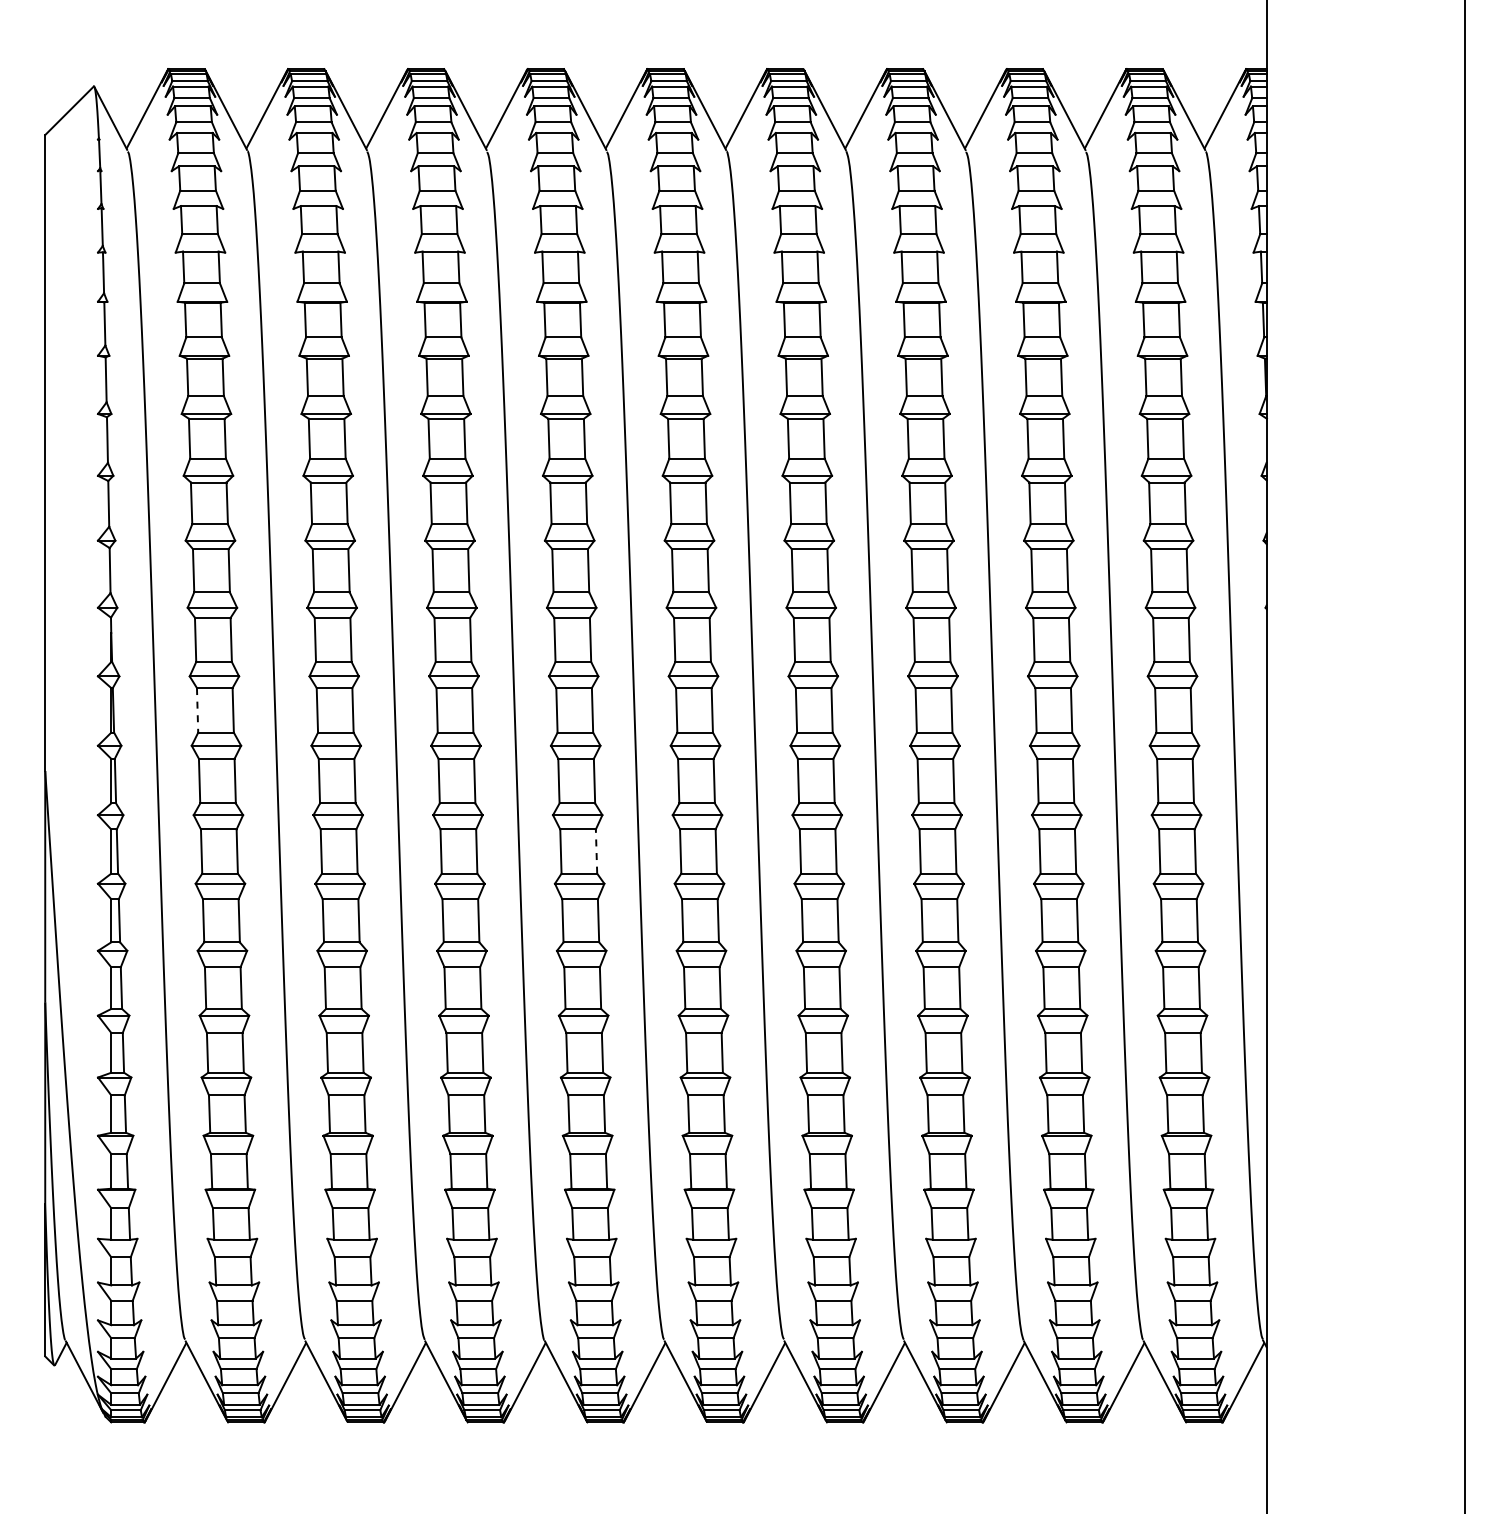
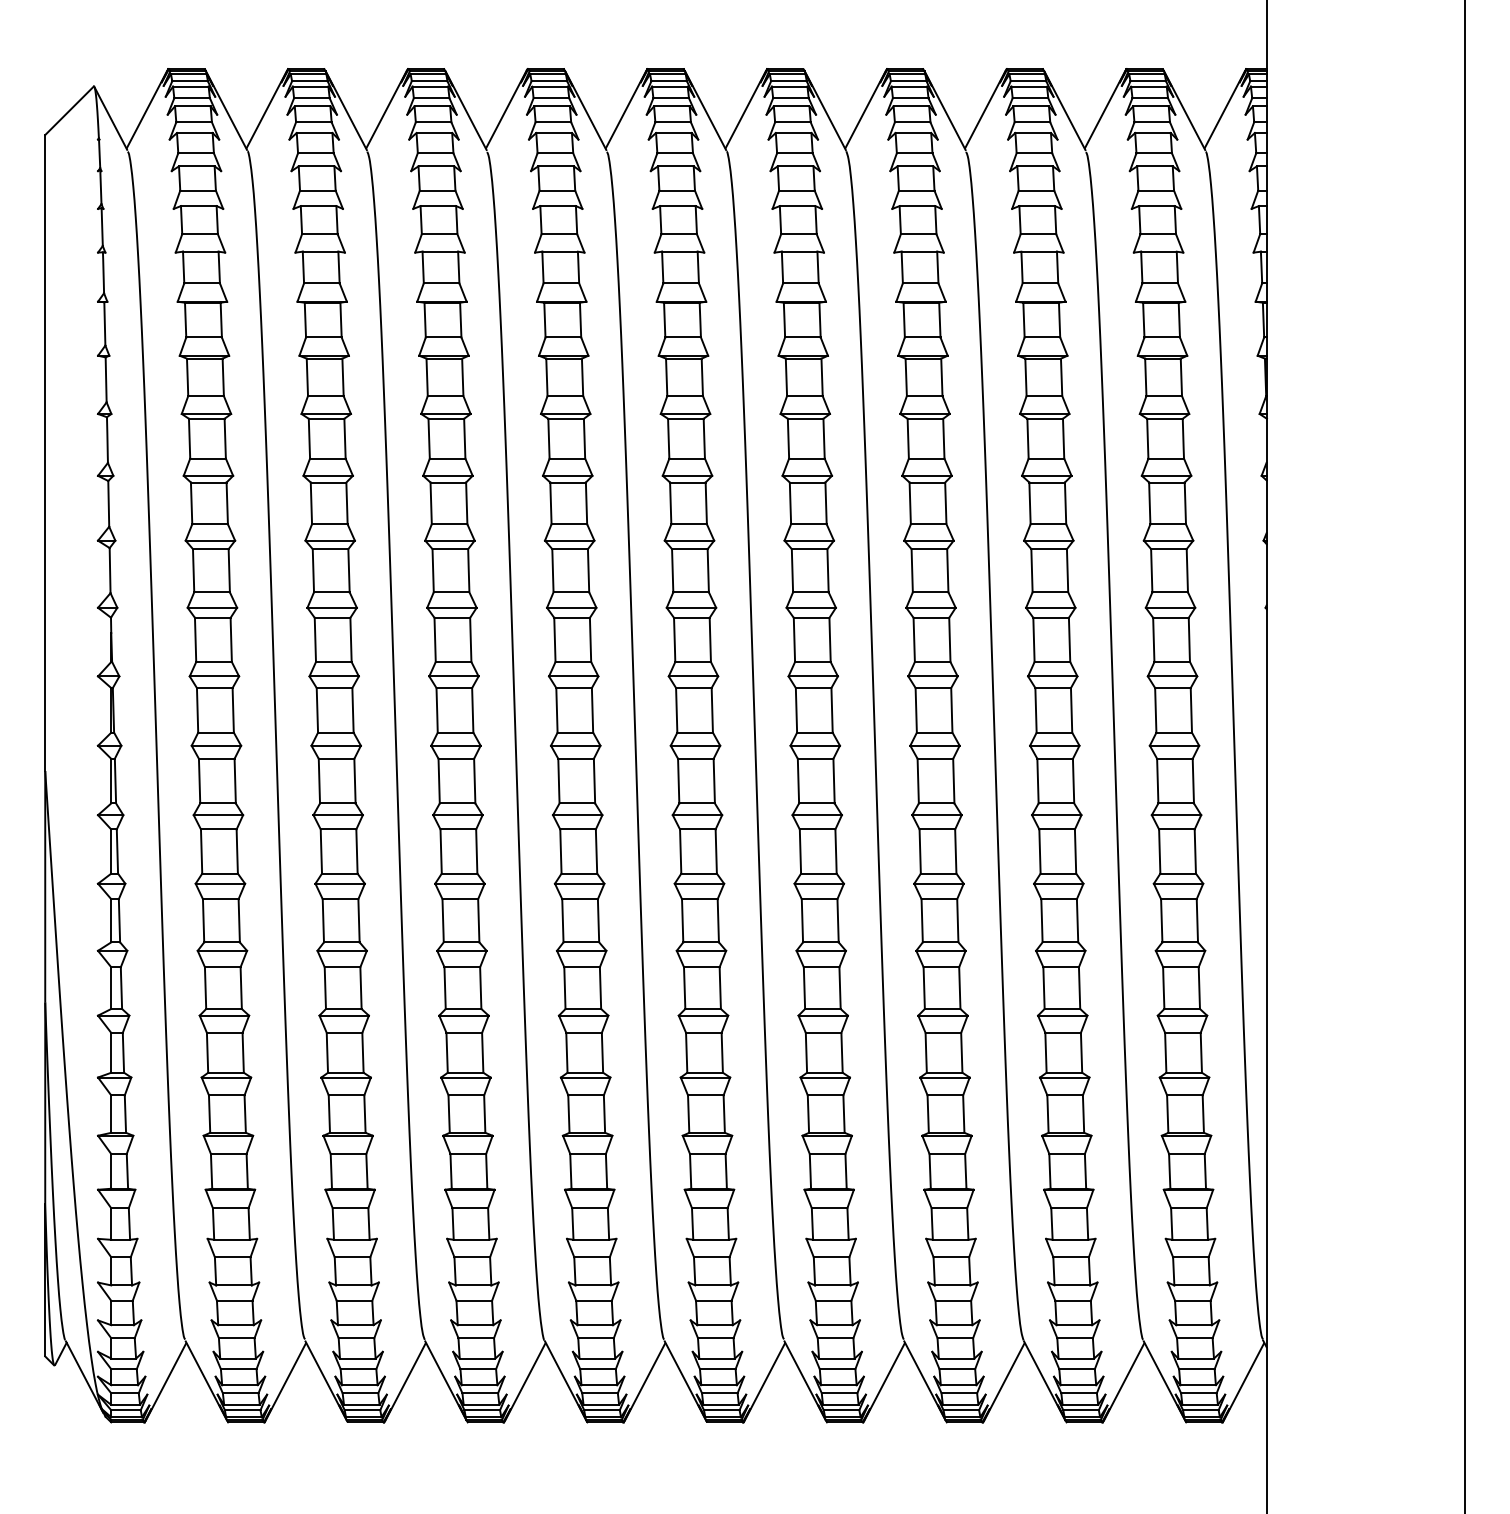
line at (197, 710): dashed -> solid
line at (596, 851): dashed -> solid
